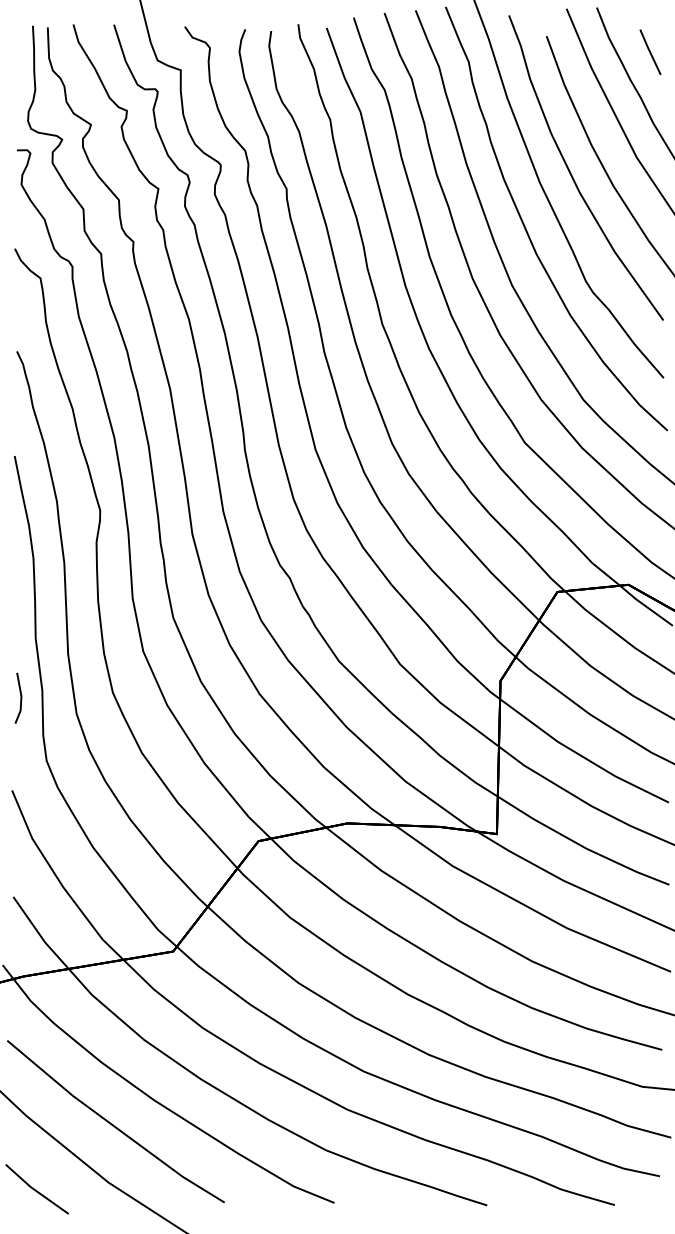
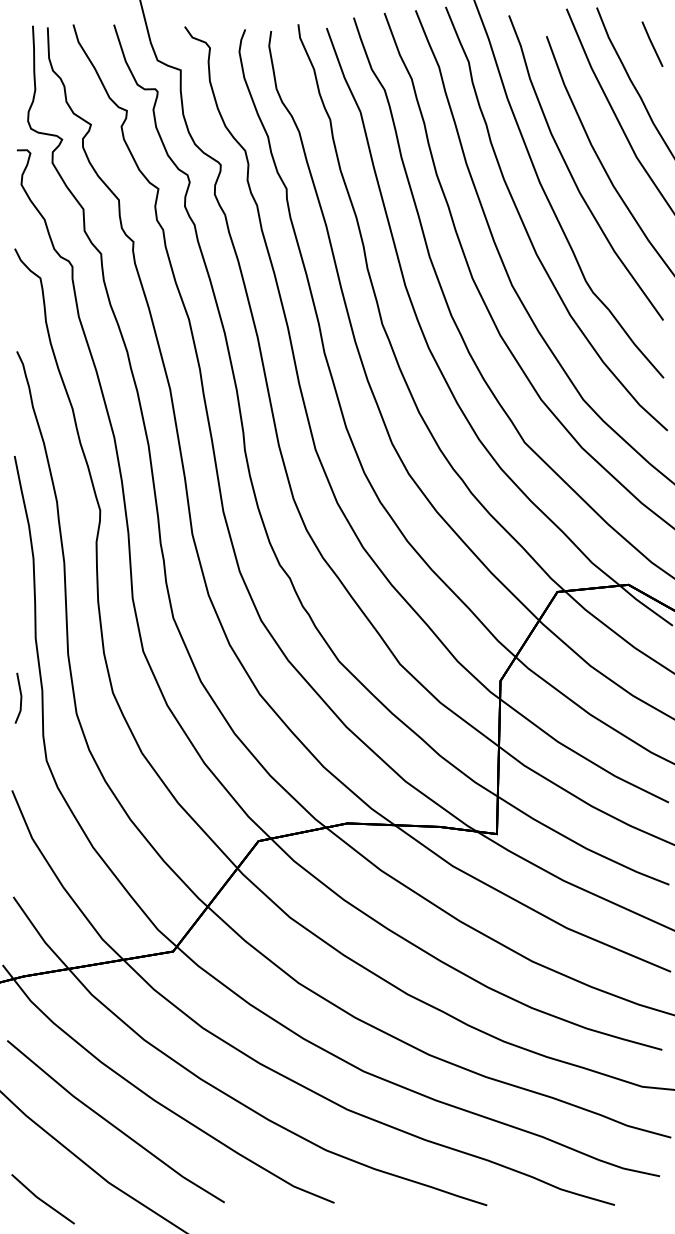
line at (650, 51) position: (650, 51) -> (652, 43)
part at (36, 1189) position: (36, 1189) -> (42, 1199)
